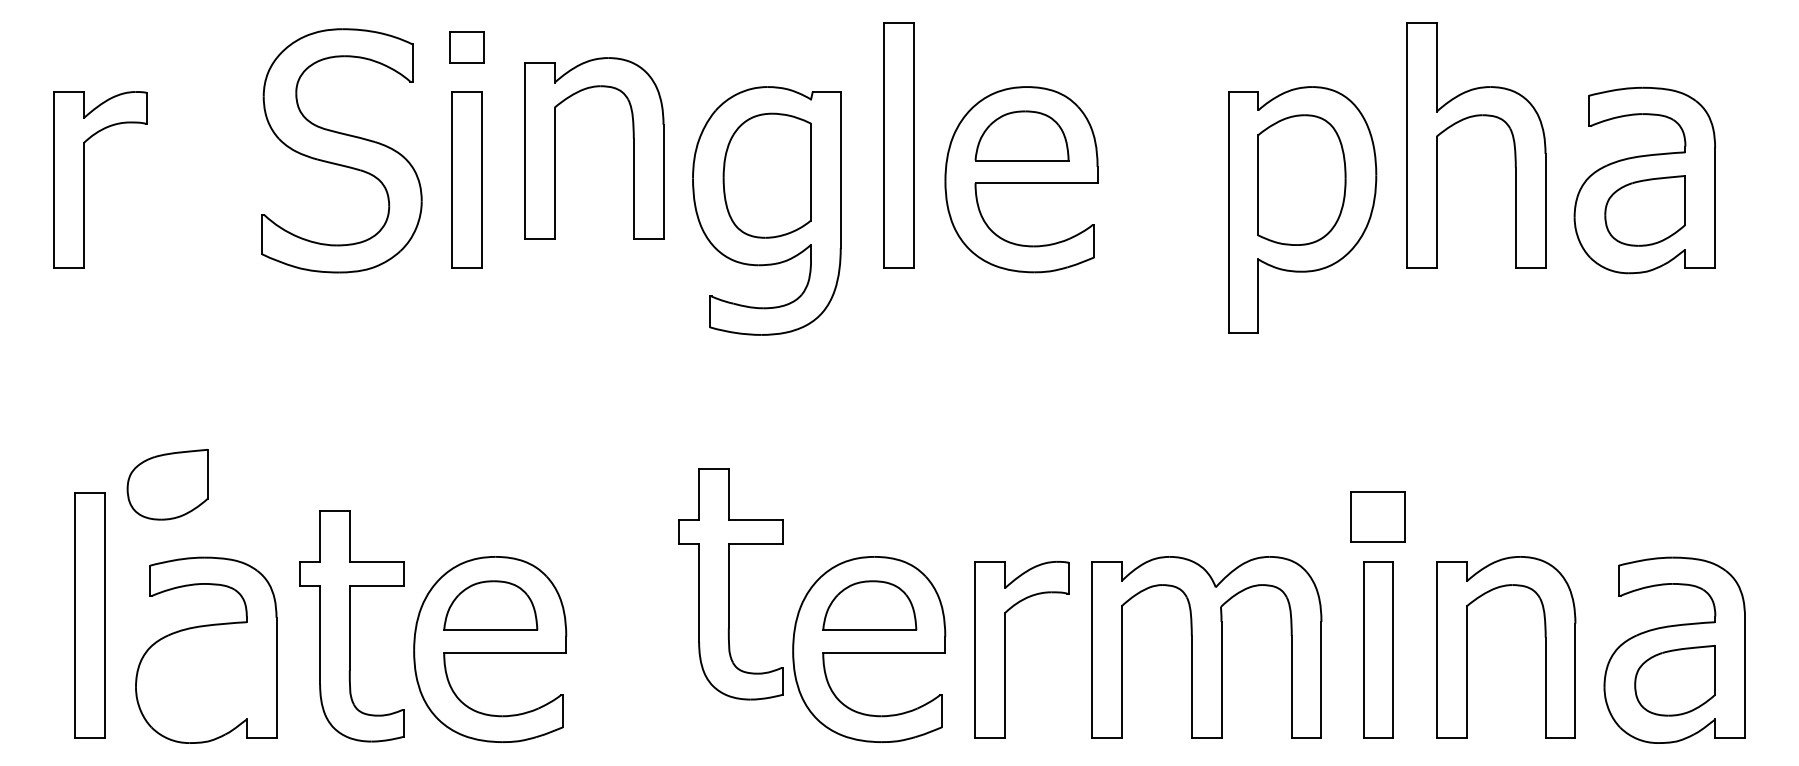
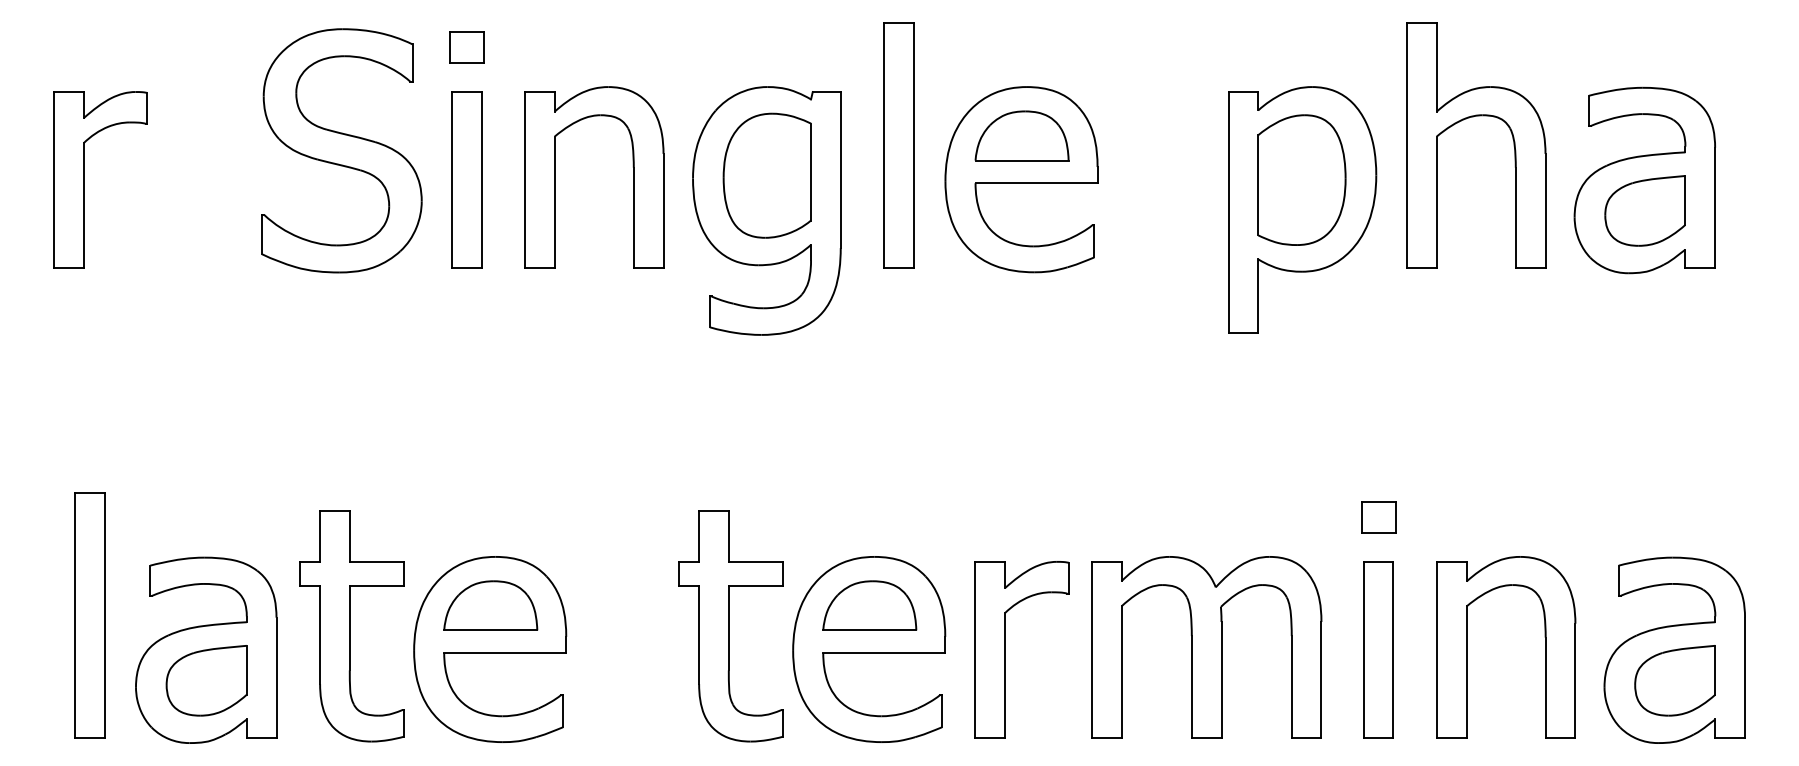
part at (555, 148) position: (555, 148) -> (555, 177)
part at (167, 484) position: (167, 484) -> (206, 680)
part at (1377, 516) size: 56x52 px -> 36x33 px
part at (730, 584) position: (730, 584) -> (730, 626)
